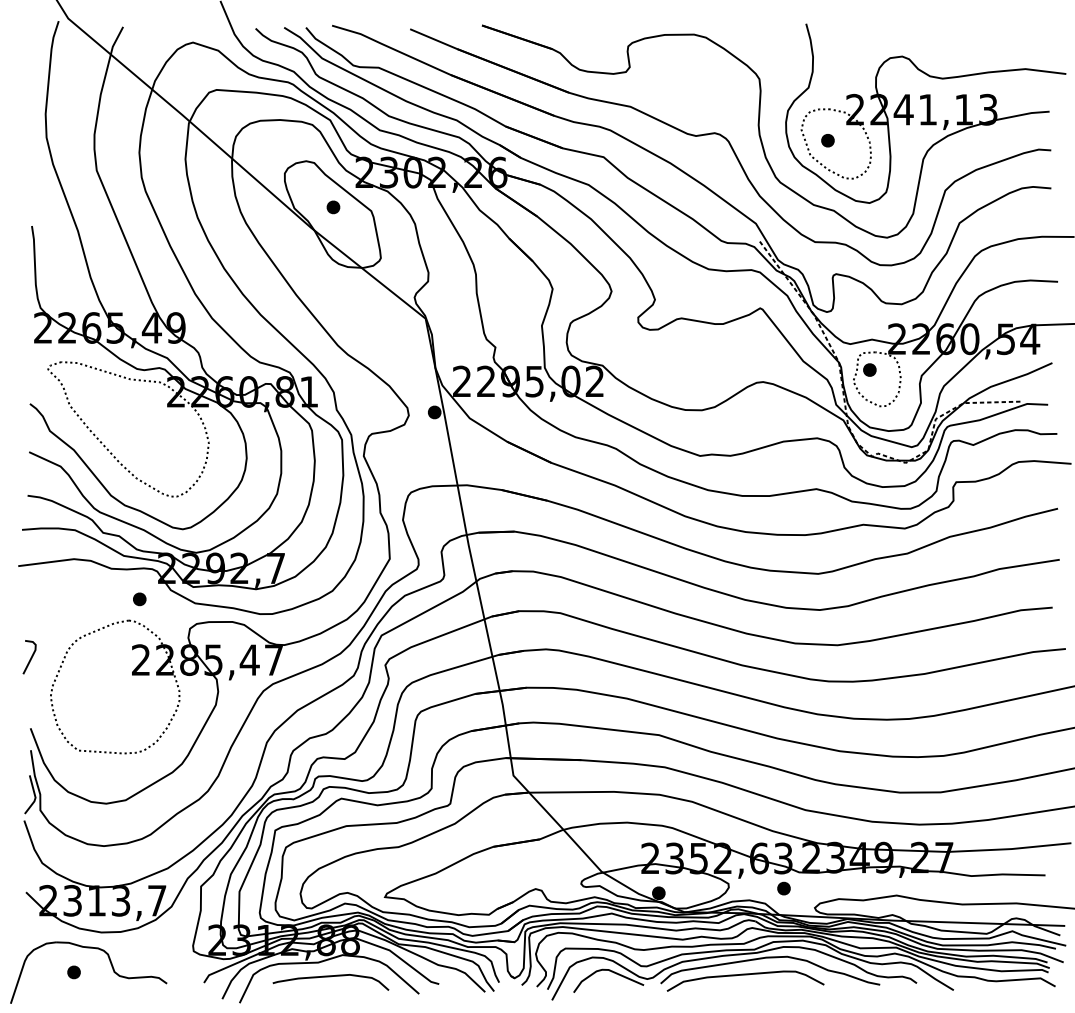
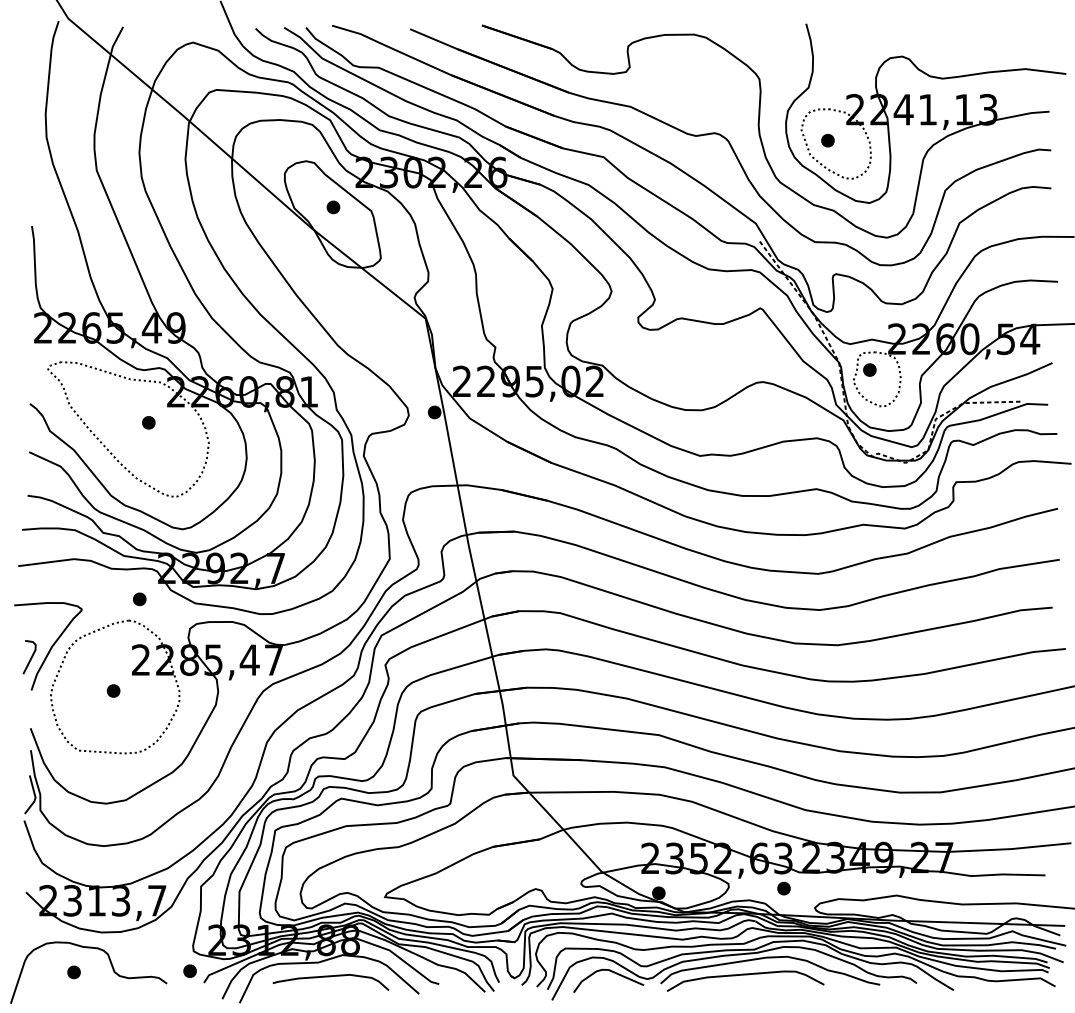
part at (148, 422): none -> present
curve at (50, 647): none -> present
part at (113, 690): none -> present
part at (189, 970): none -> present
